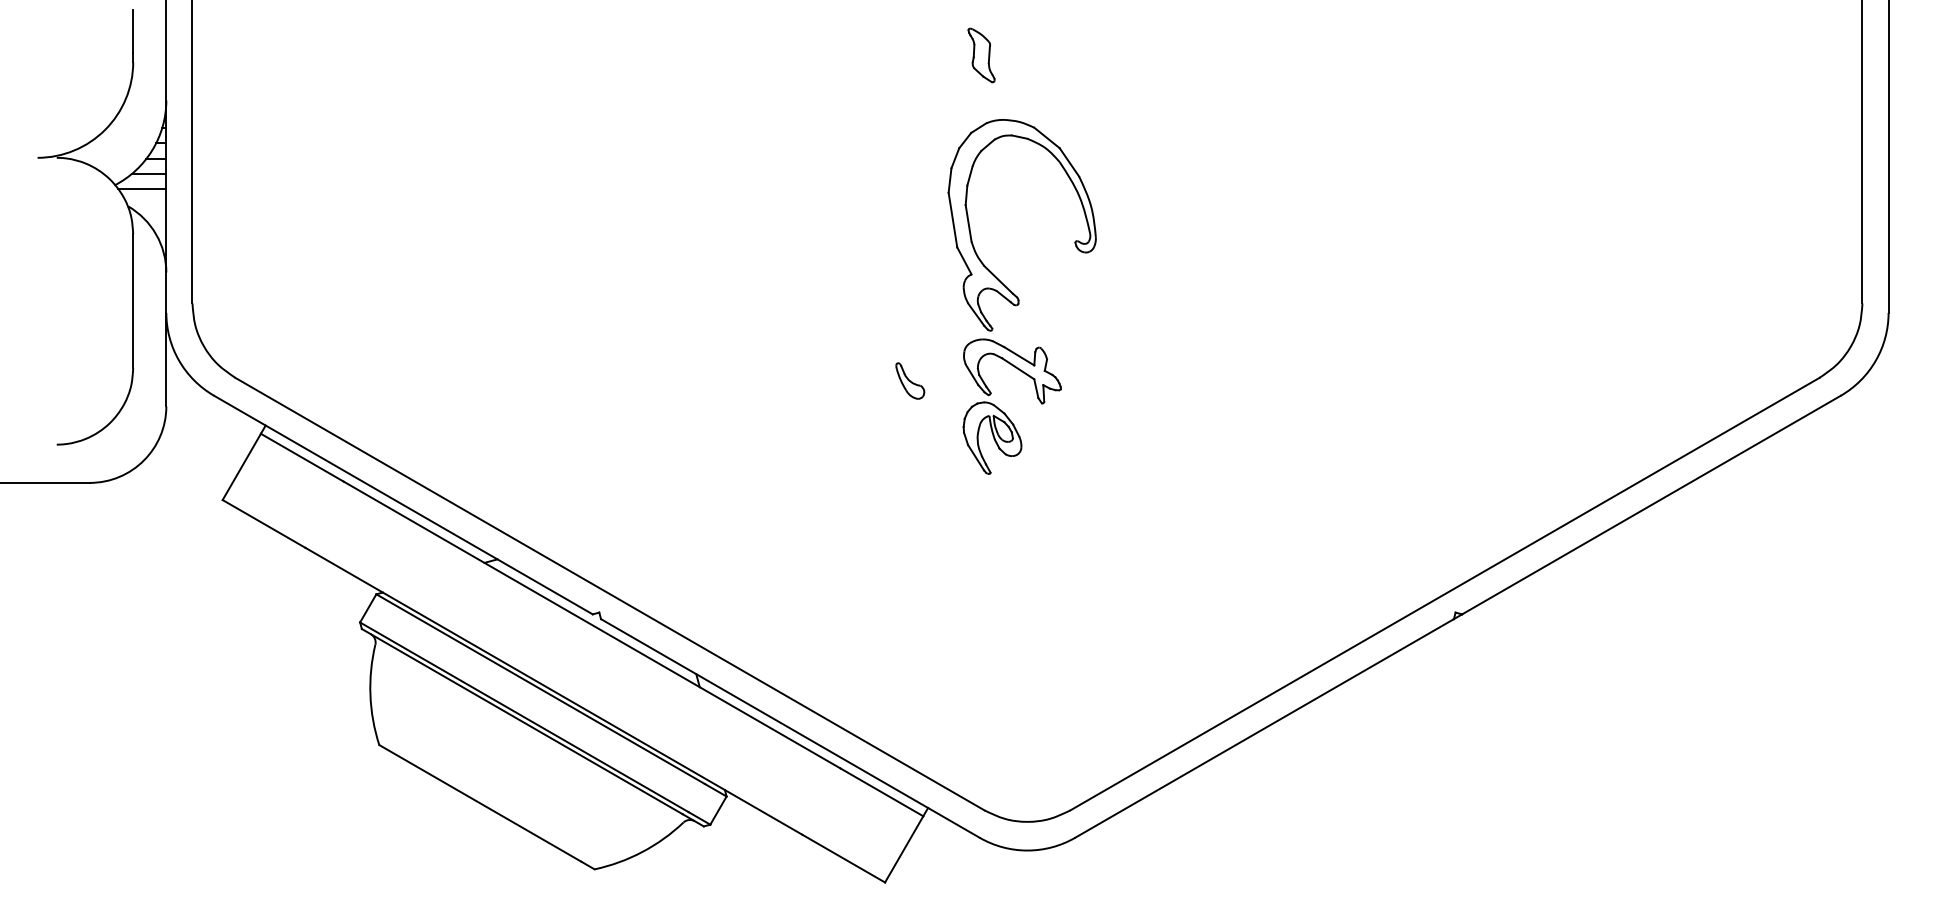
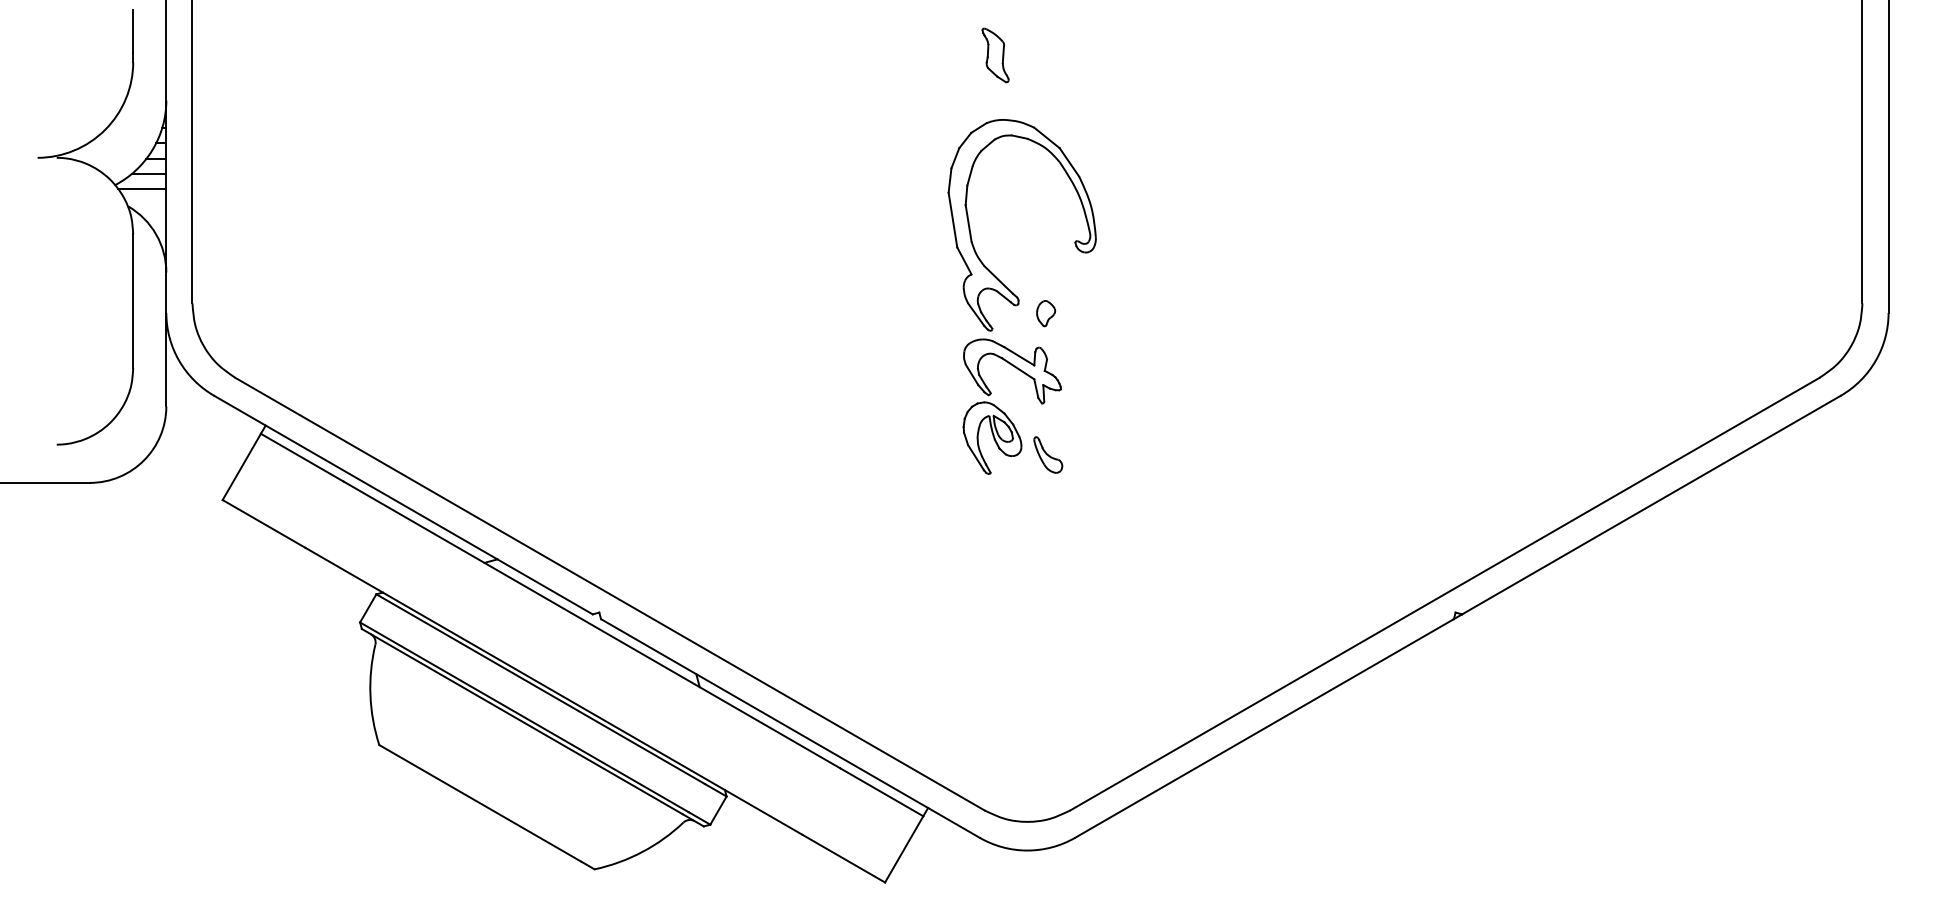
part at (981, 55) position: (981, 55) -> (995, 55)
part at (1046, 313): none -> present
part at (910, 380) position: (910, 380) -> (1048, 454)
